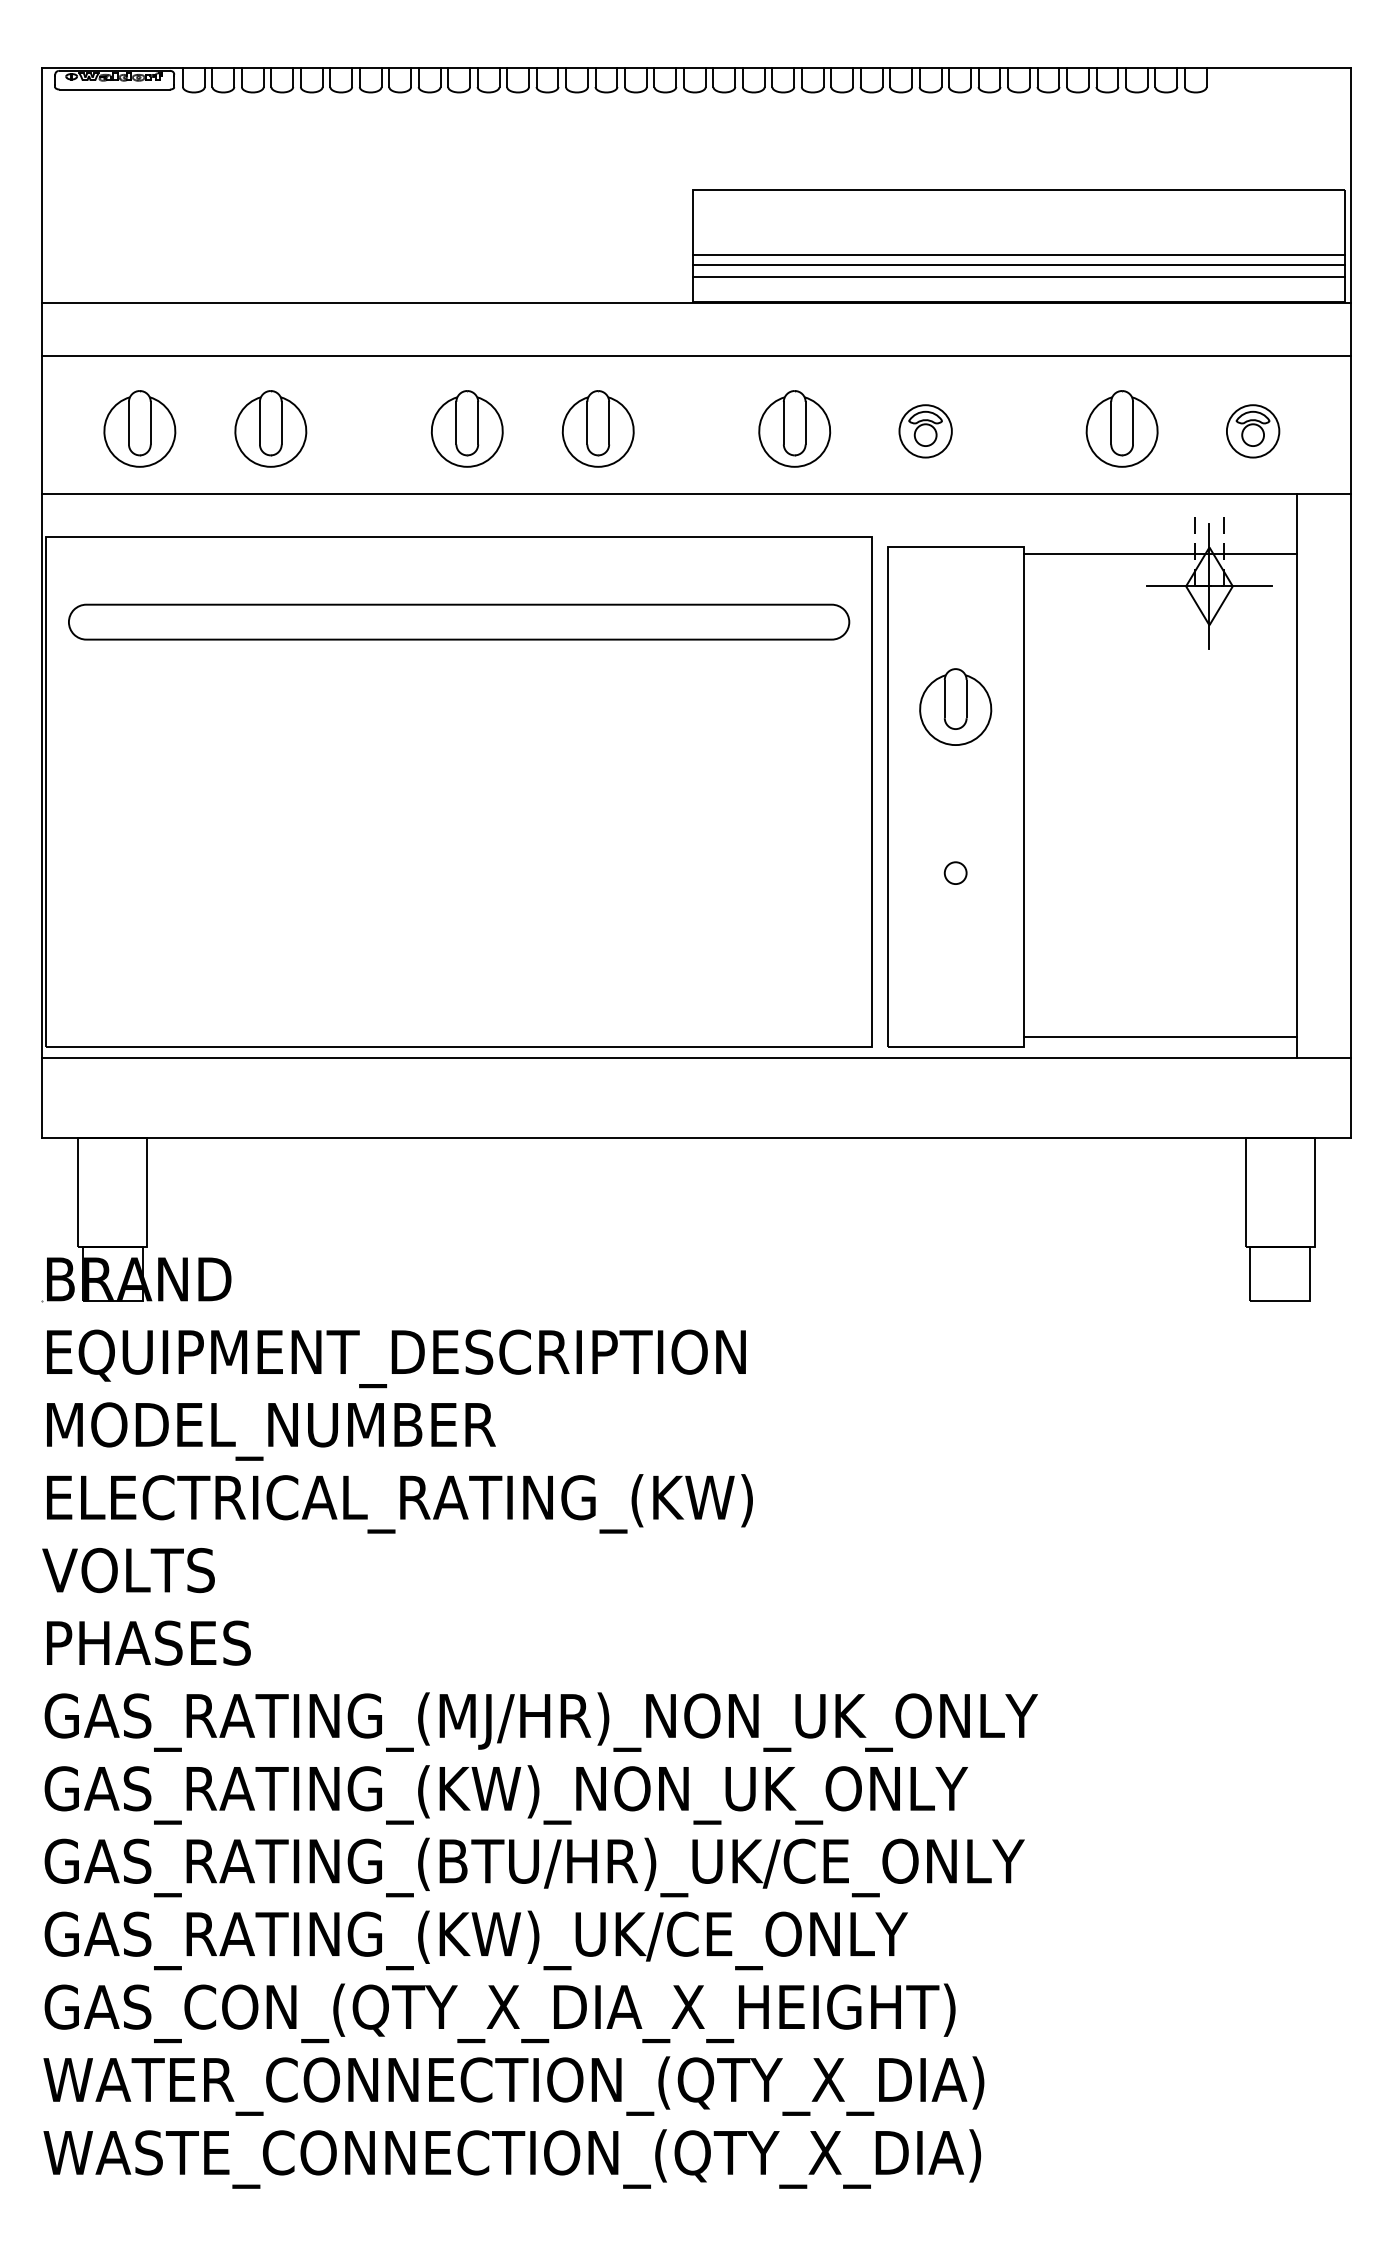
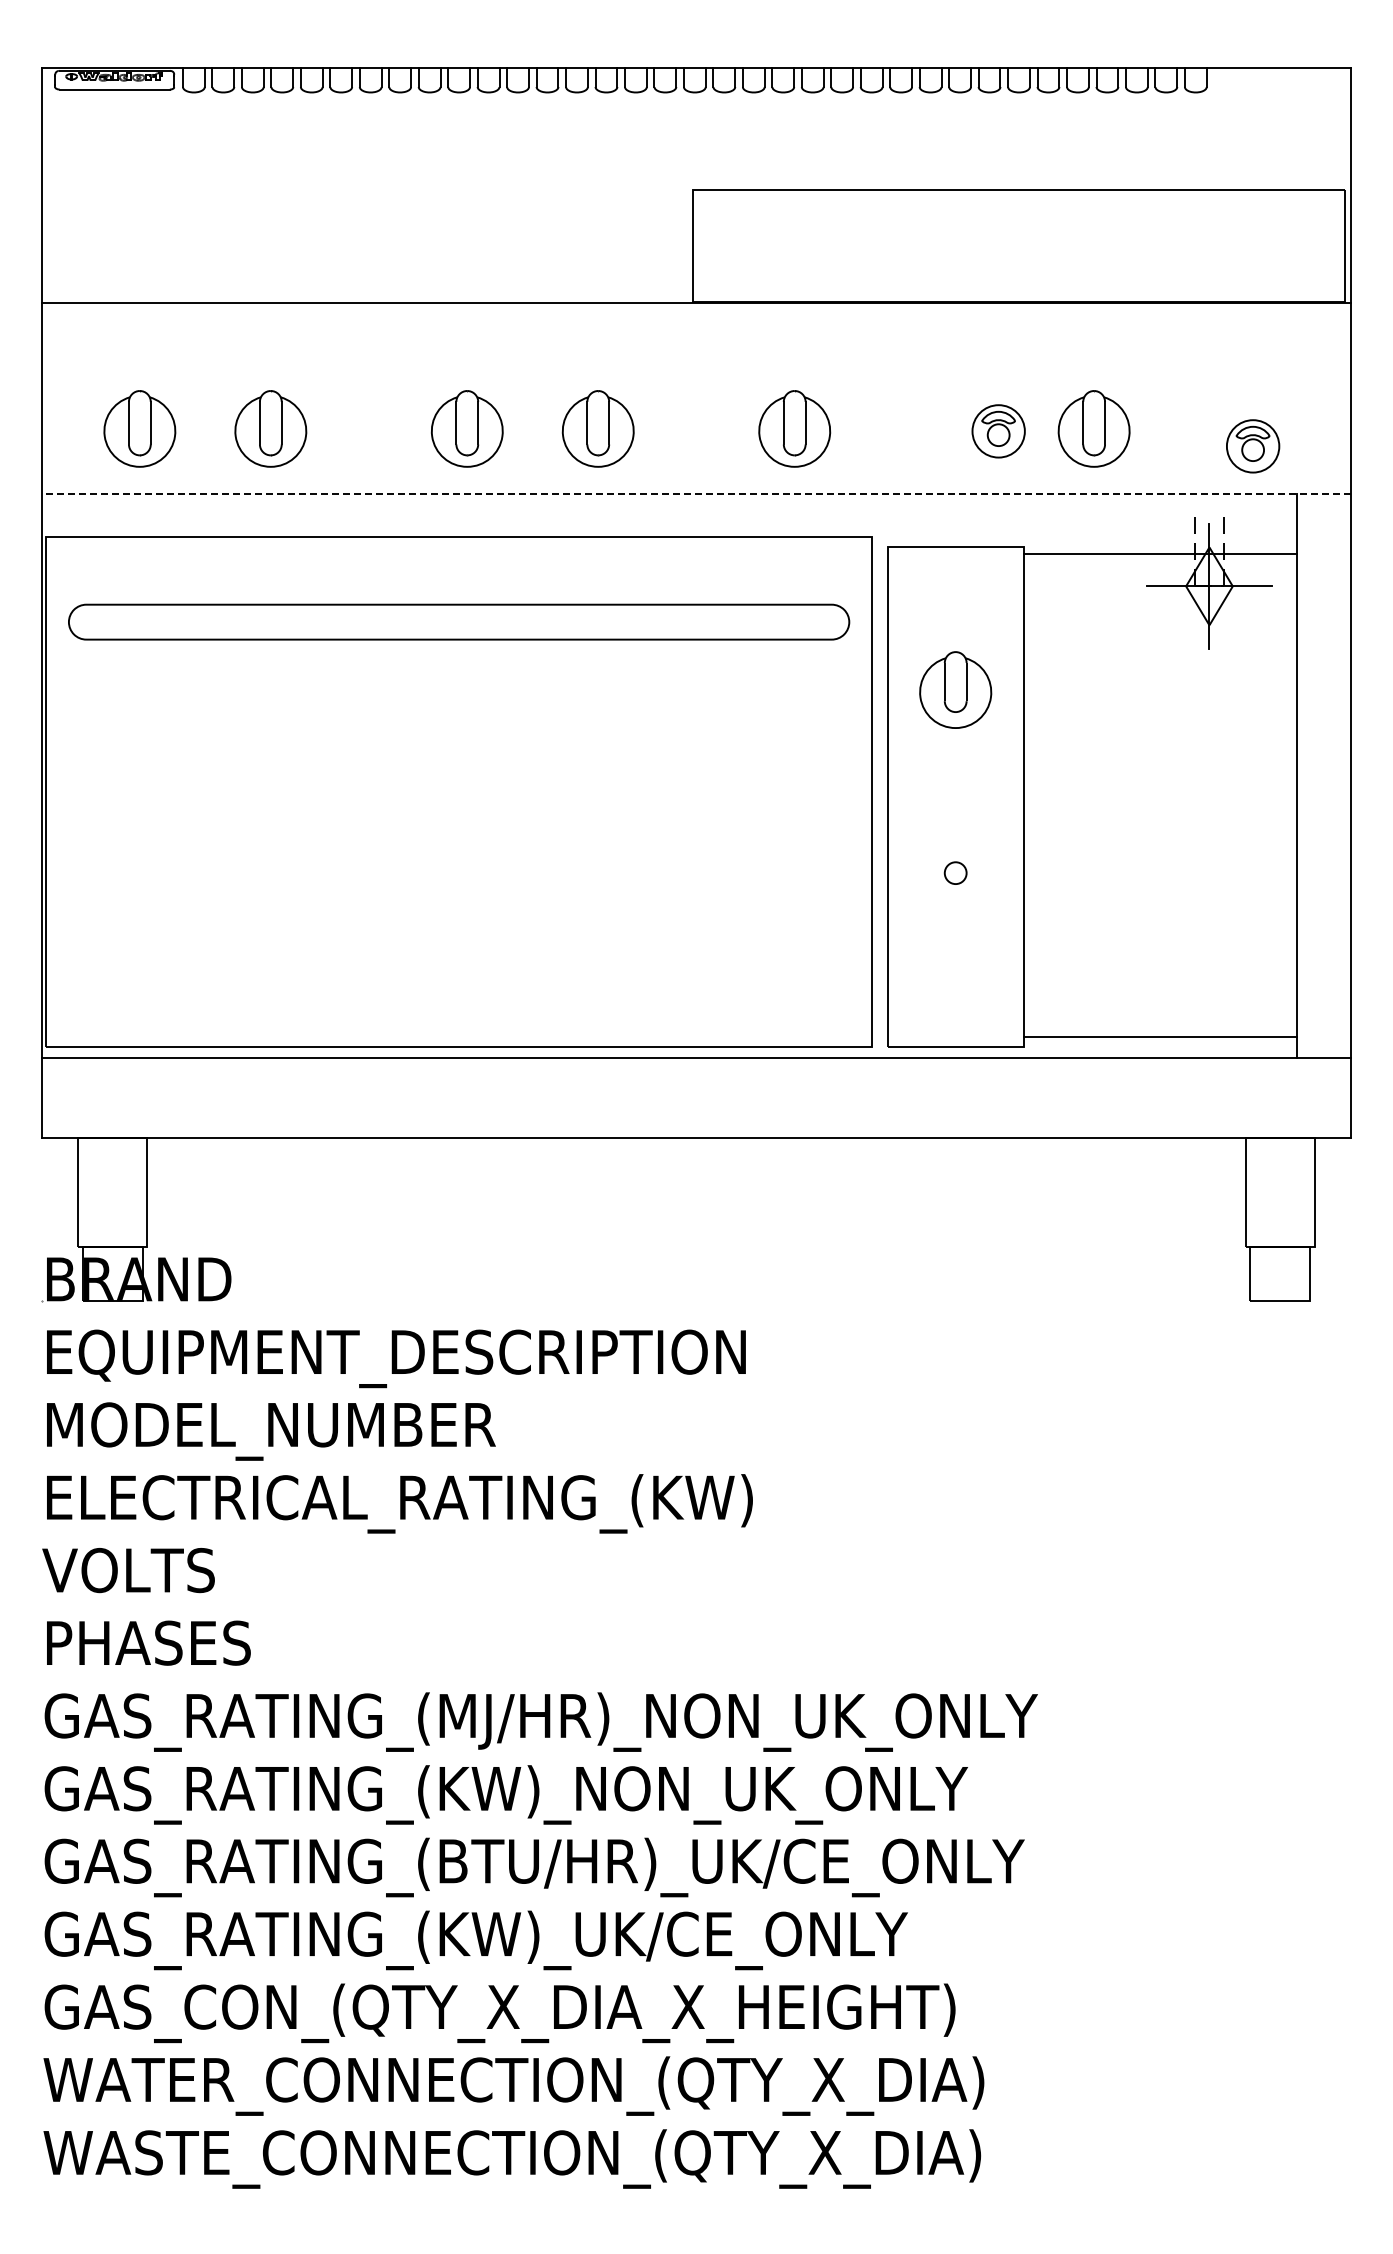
line at (1018, 254): present -> none
line at (1018, 264): present -> none
line at (1018, 276): present -> none
line at (696, 356): present -> none
part at (1121, 428) position: (1121, 428) -> (1093, 428)
part at (925, 431) position: (925, 431) -> (998, 431)
part at (1253, 431) position: (1253, 431) -> (1253, 446)
line at (696, 493): solid -> dashed
part at (955, 706) position: (955, 706) -> (955, 689)
